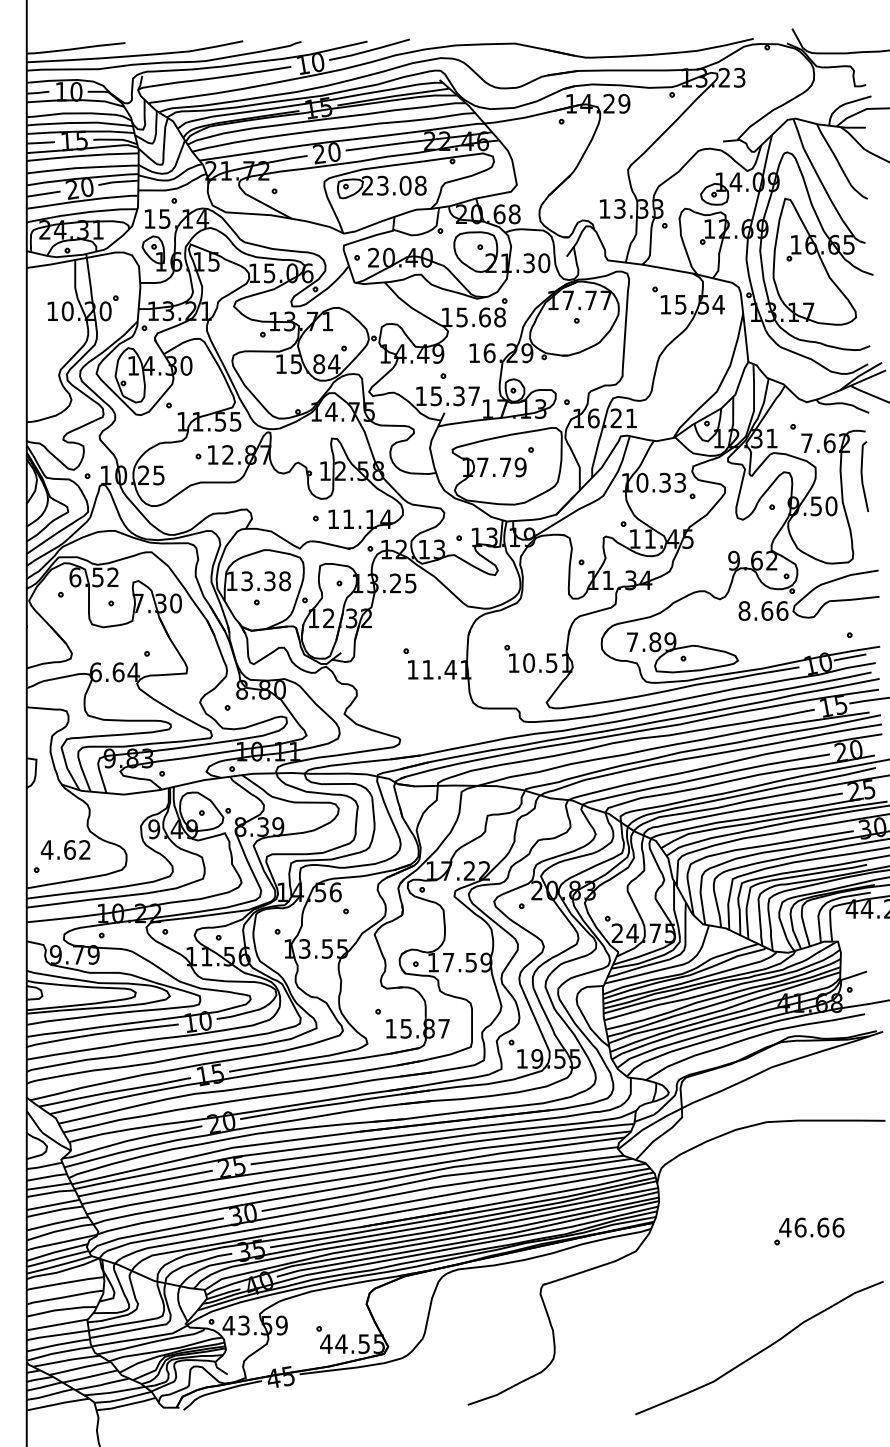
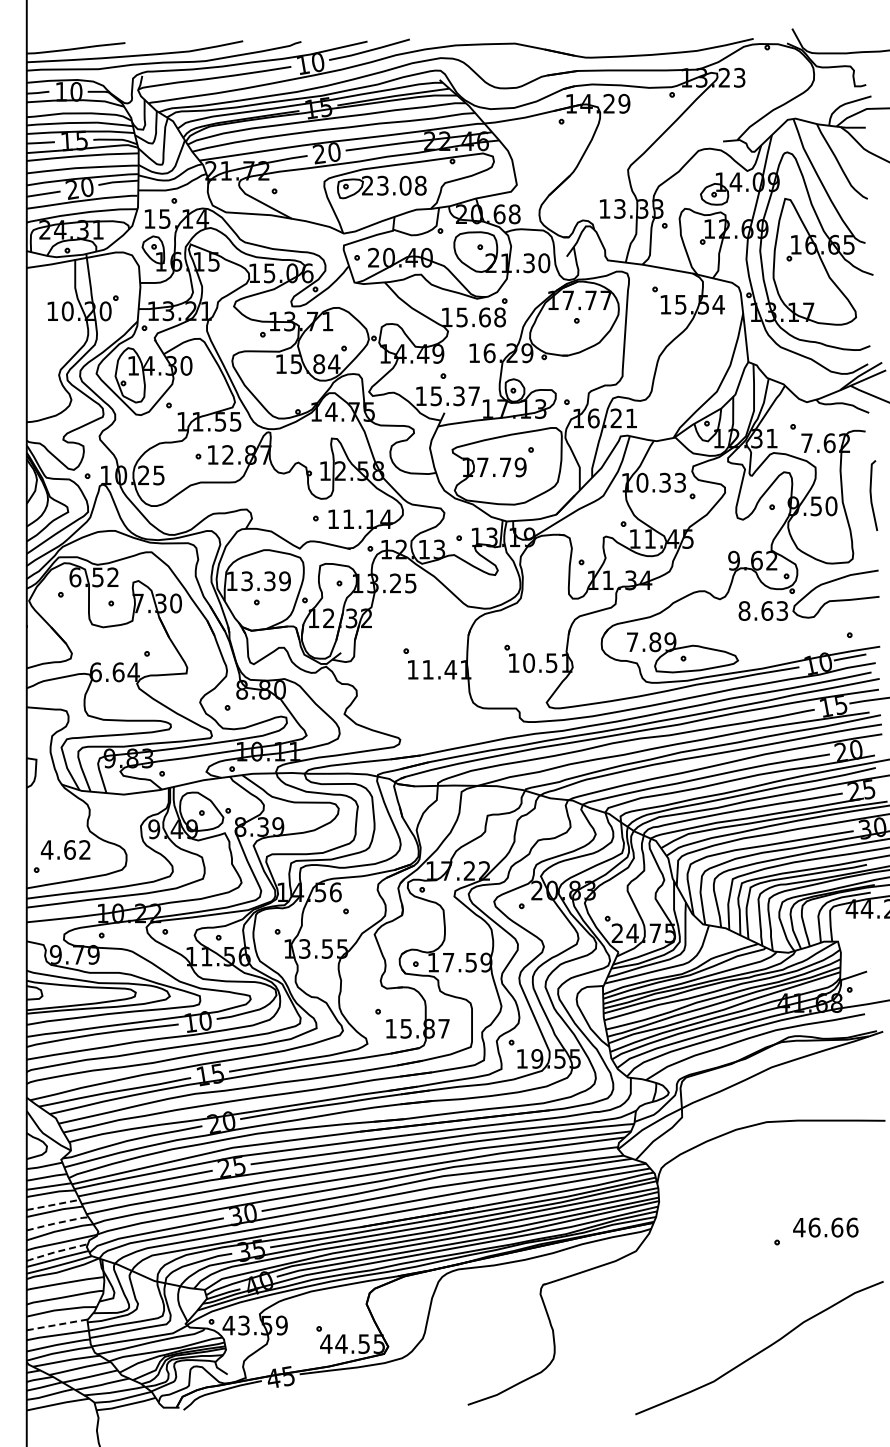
line at (862, 476) position: (862, 476) -> (871, 495)
text at (284, 581): 13.38 -> 13.39
text at (782, 610): 8.66 -> 8.63
line at (52, 1205): solid -> dashed
line at (57, 1223): solid -> dashed
text at (811, 1227) position: (811, 1227) -> (825, 1227)
line at (55, 1252): solid -> dashed
line at (56, 1325): solid -> dashed
